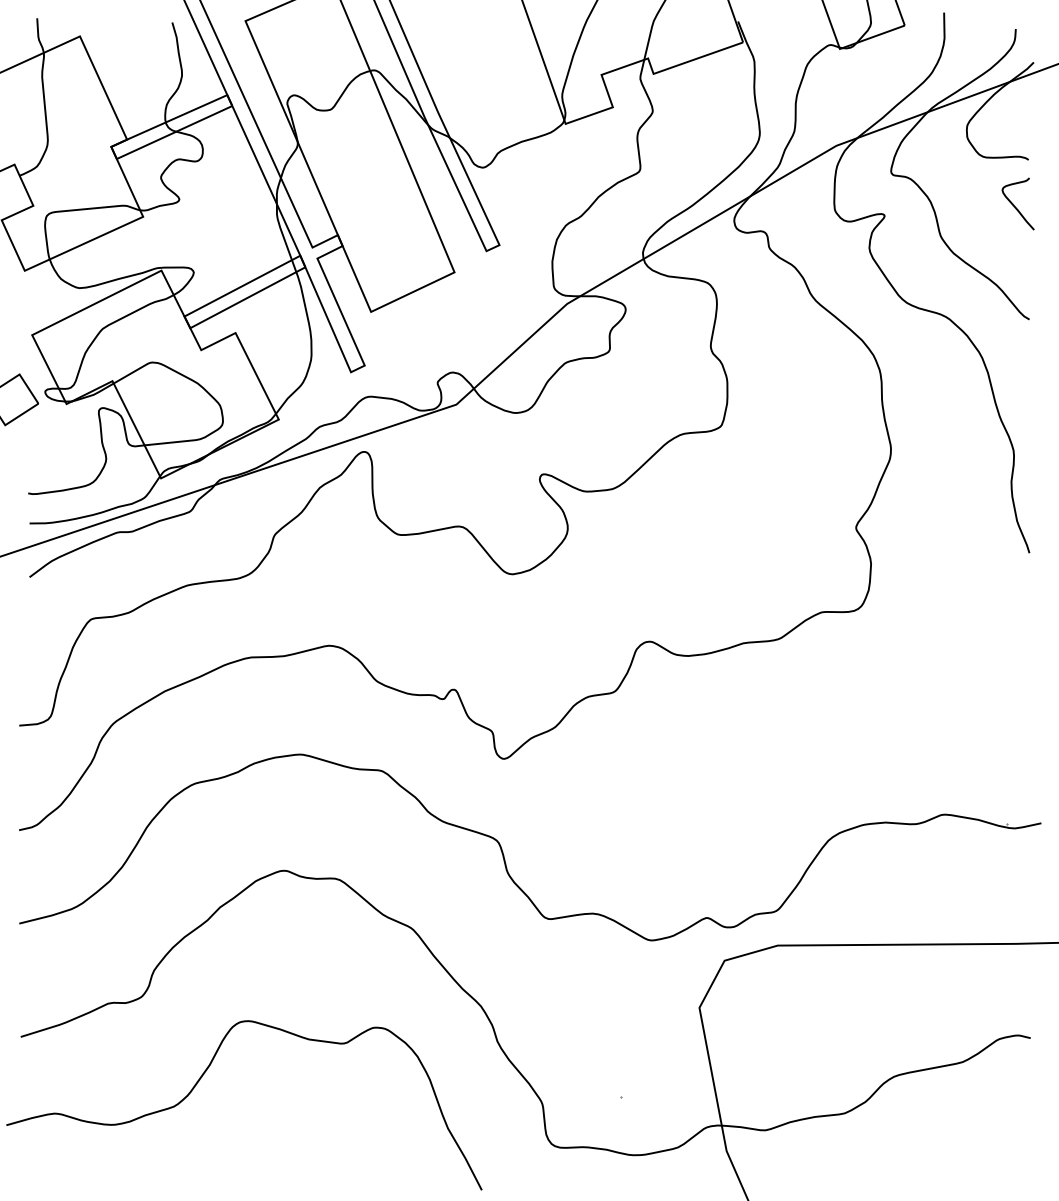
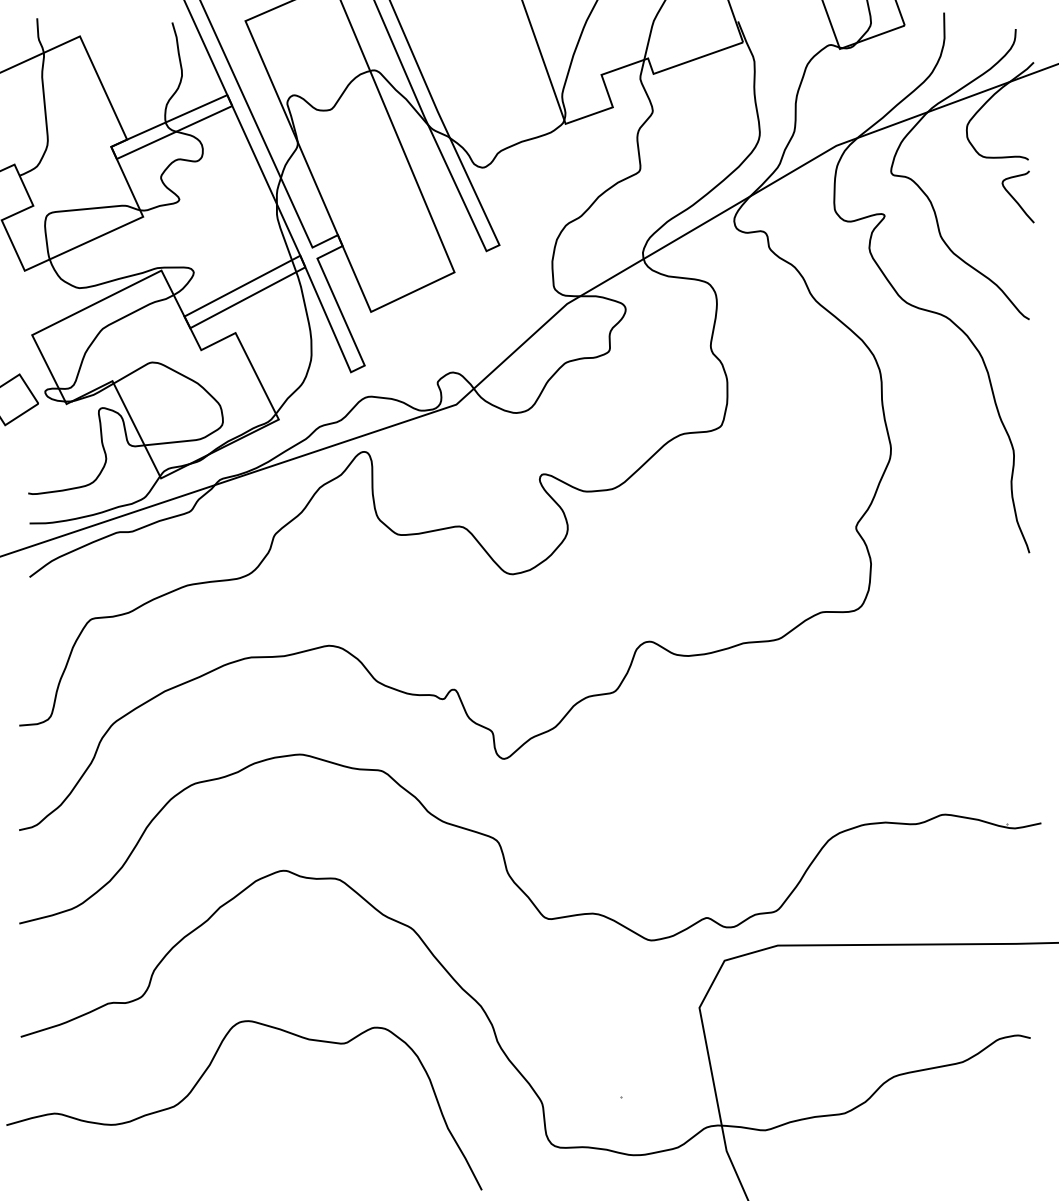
curve at (1014, 205) position: (1014, 205) -> (1014, 198)
